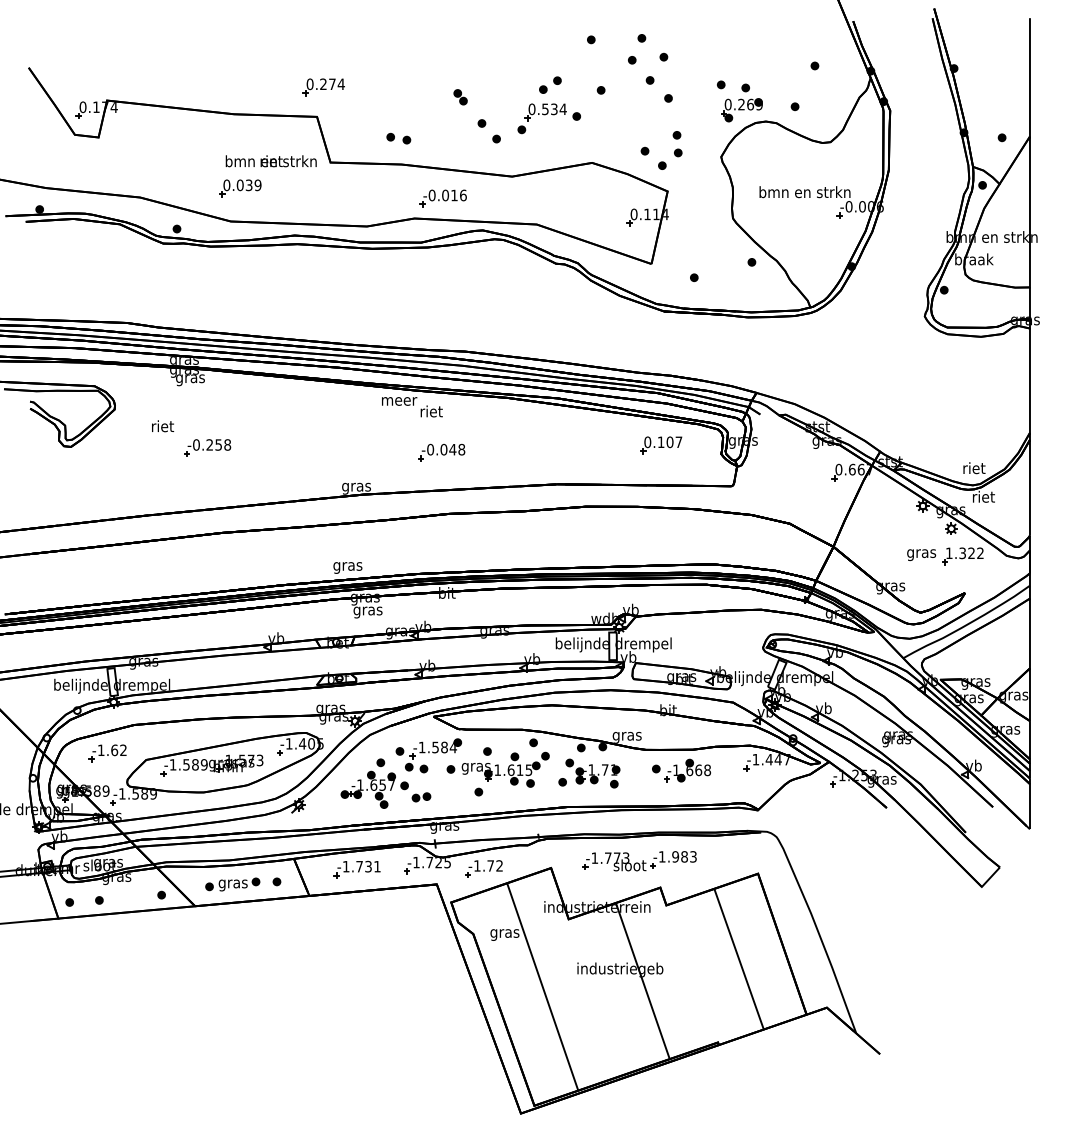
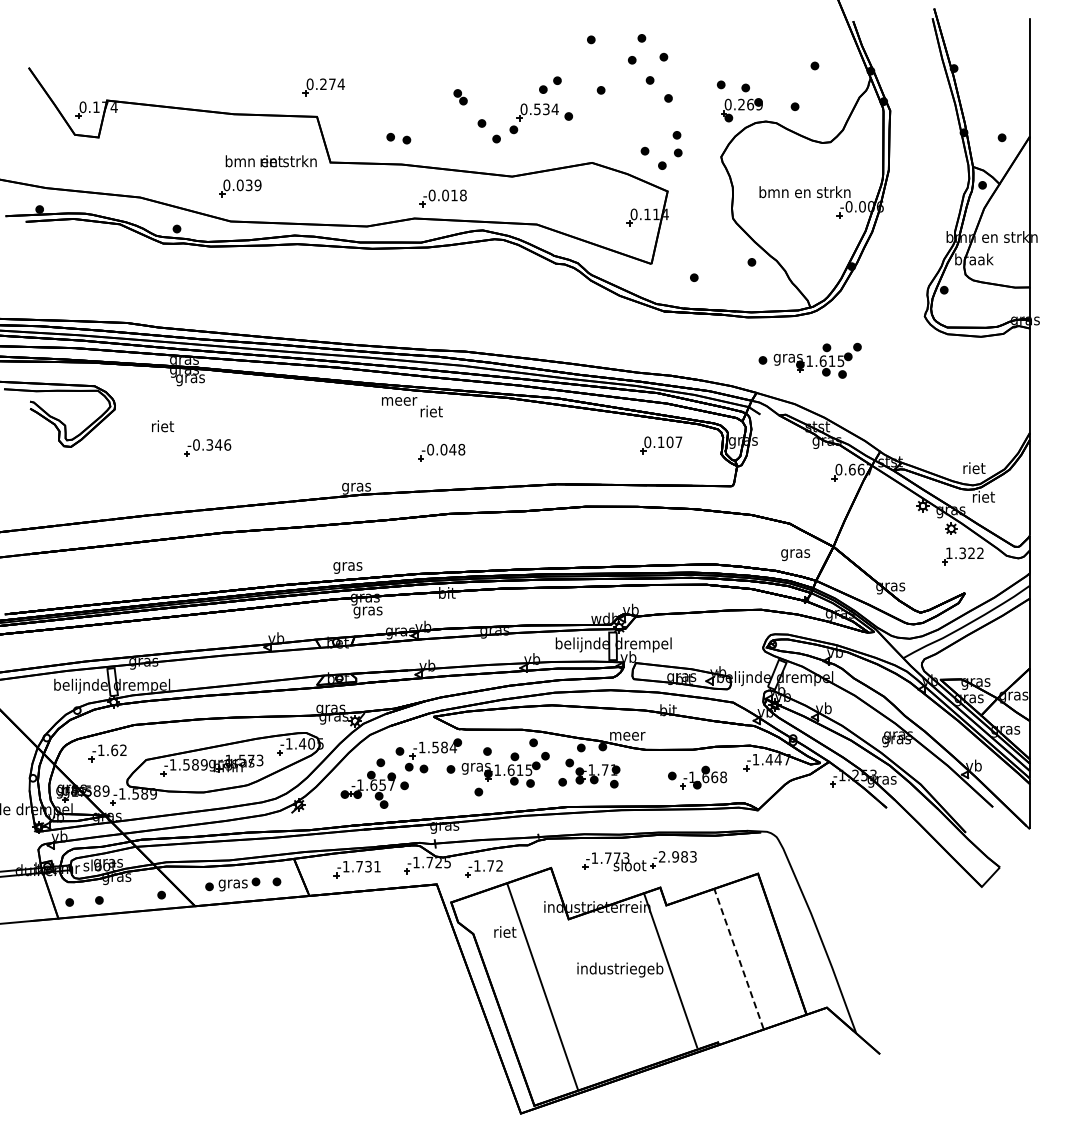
part at (549, 118) position: (549, 118) -> (541, 118)
text at (463, 195): -0.016 -> -0.018
part at (809, 360): none -> present
text at (218, 444): -0.258 -> -0.346
text at (921, 555) position: (921, 555) -> (795, 555)
text at (627, 737): gras -> meer
part at (681, 770) position: (681, 770) -> (697, 777)
part at (421, 797): present -> none
text at (661, 856): -1.983 -> -2.983
text at (504, 933): gras -> riet
line at (738, 958): solid -> dashed
line at (642, 980) position: (642, 980) -> (670, 970)
